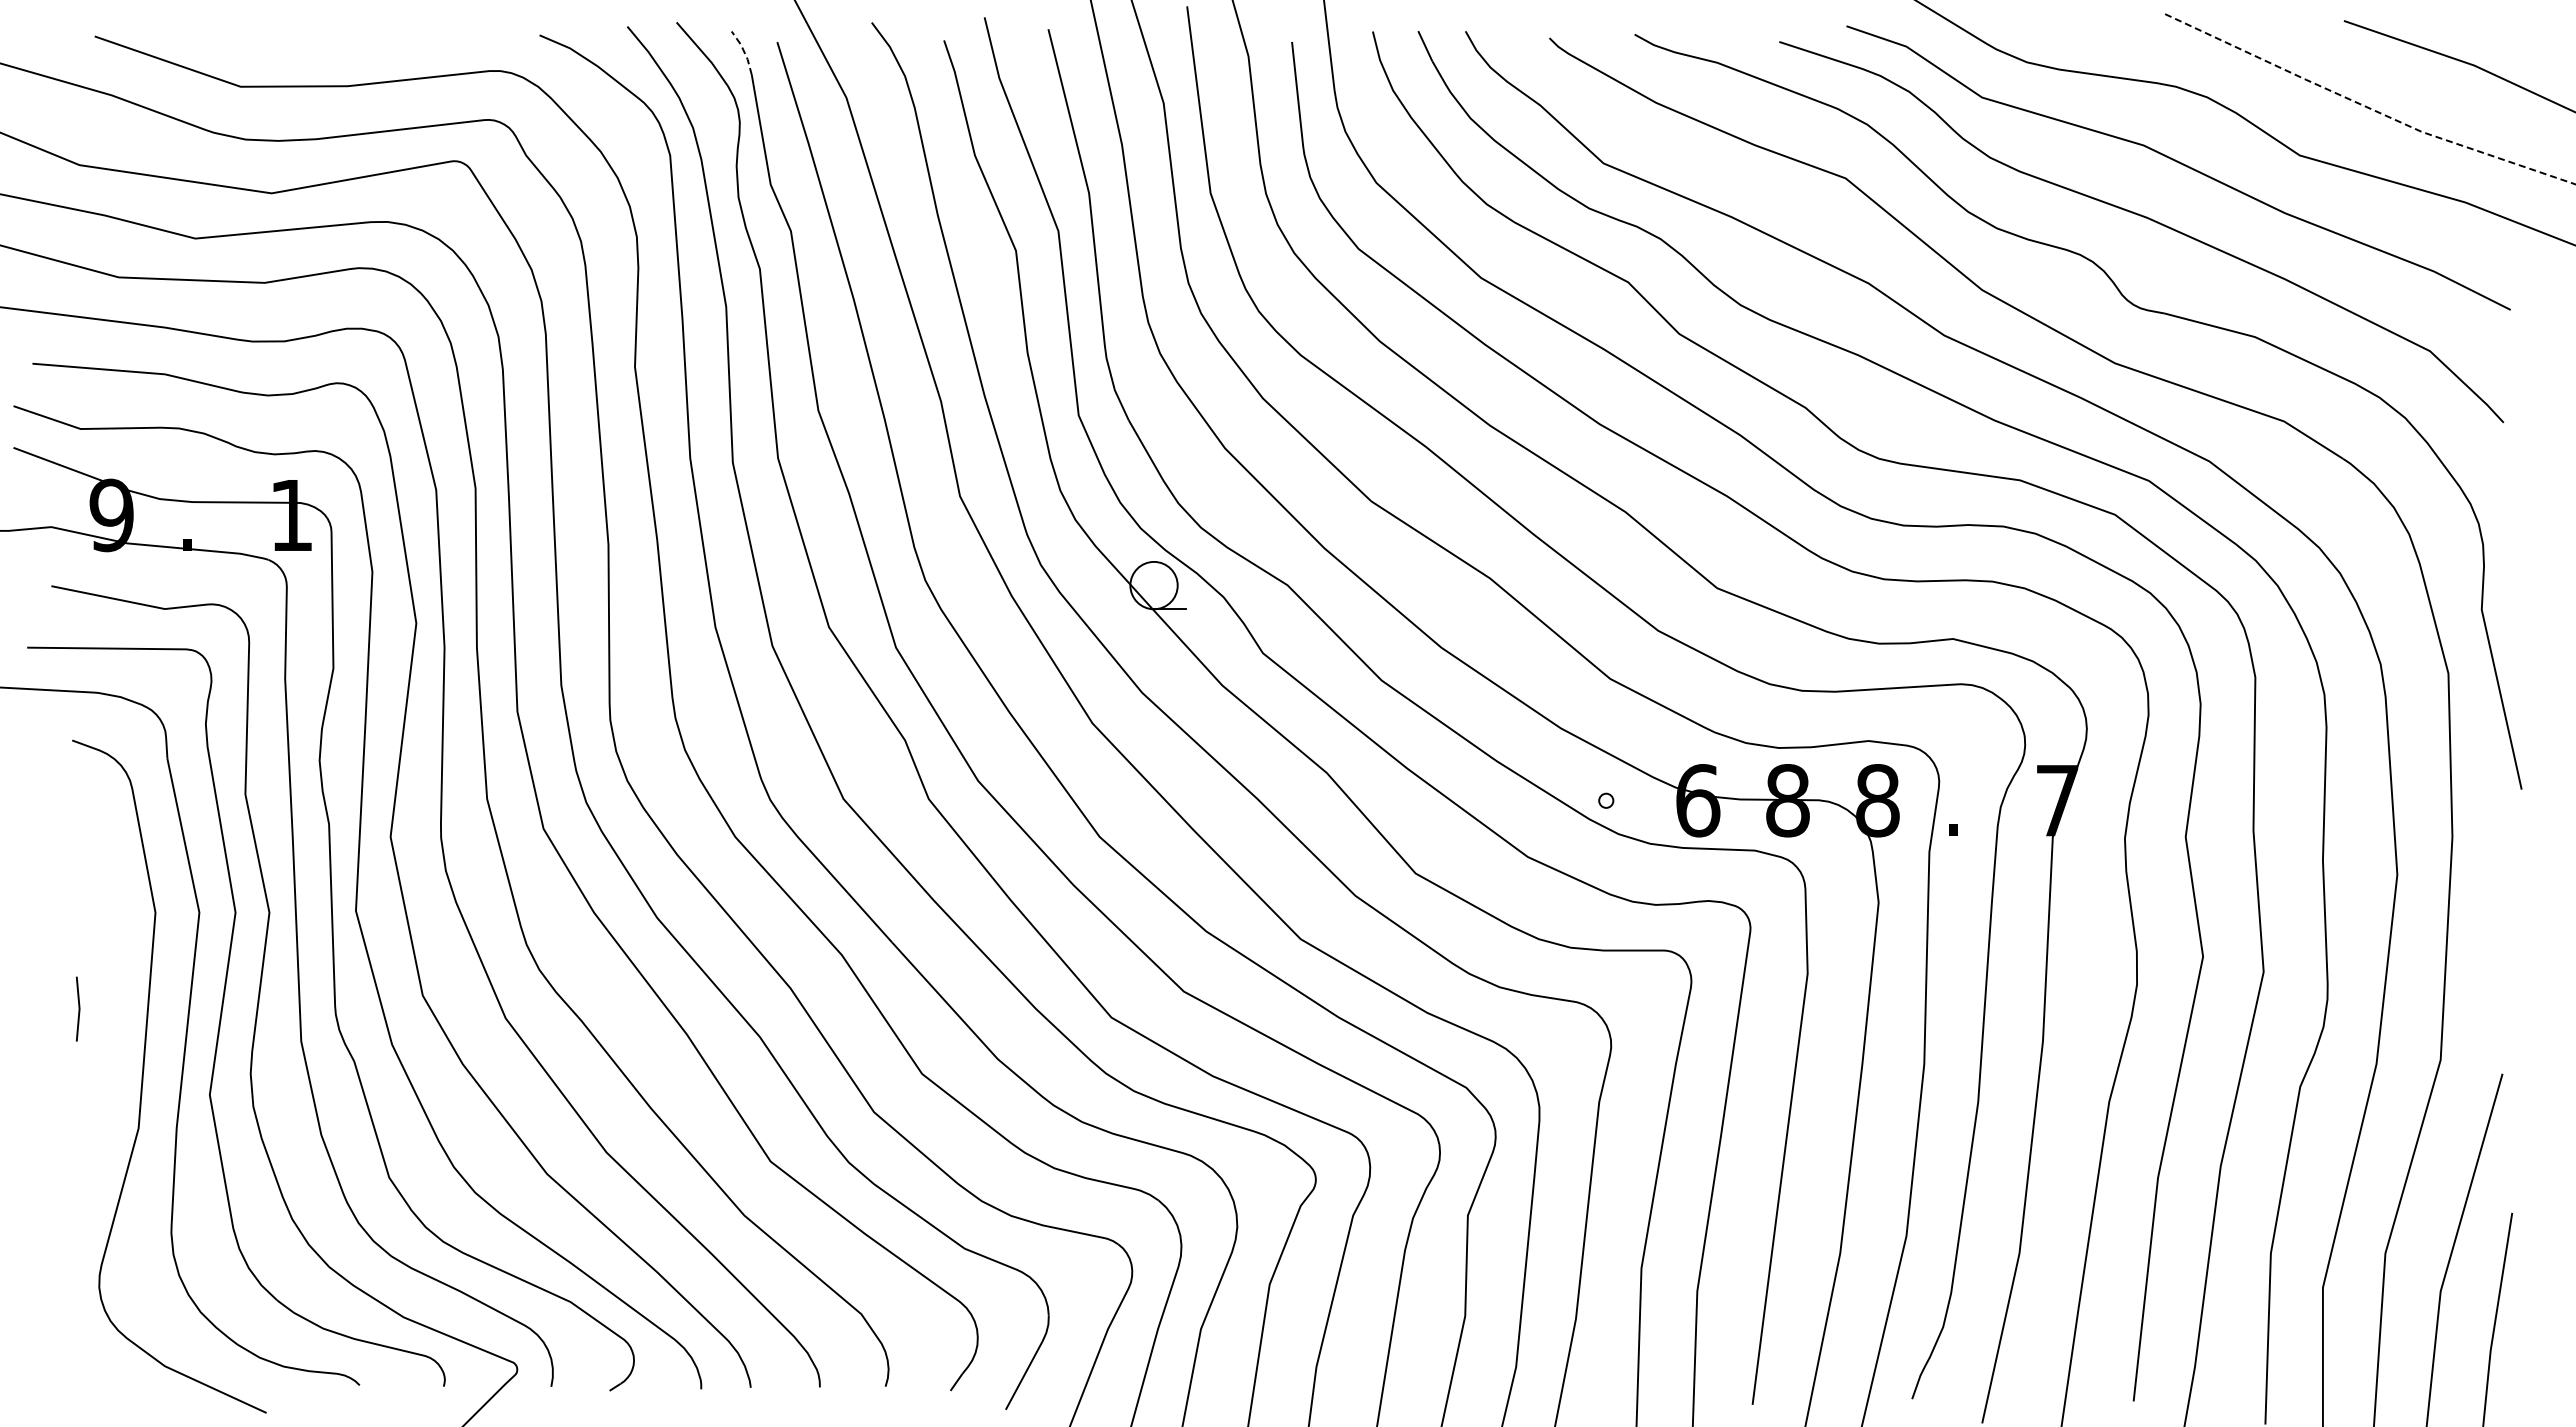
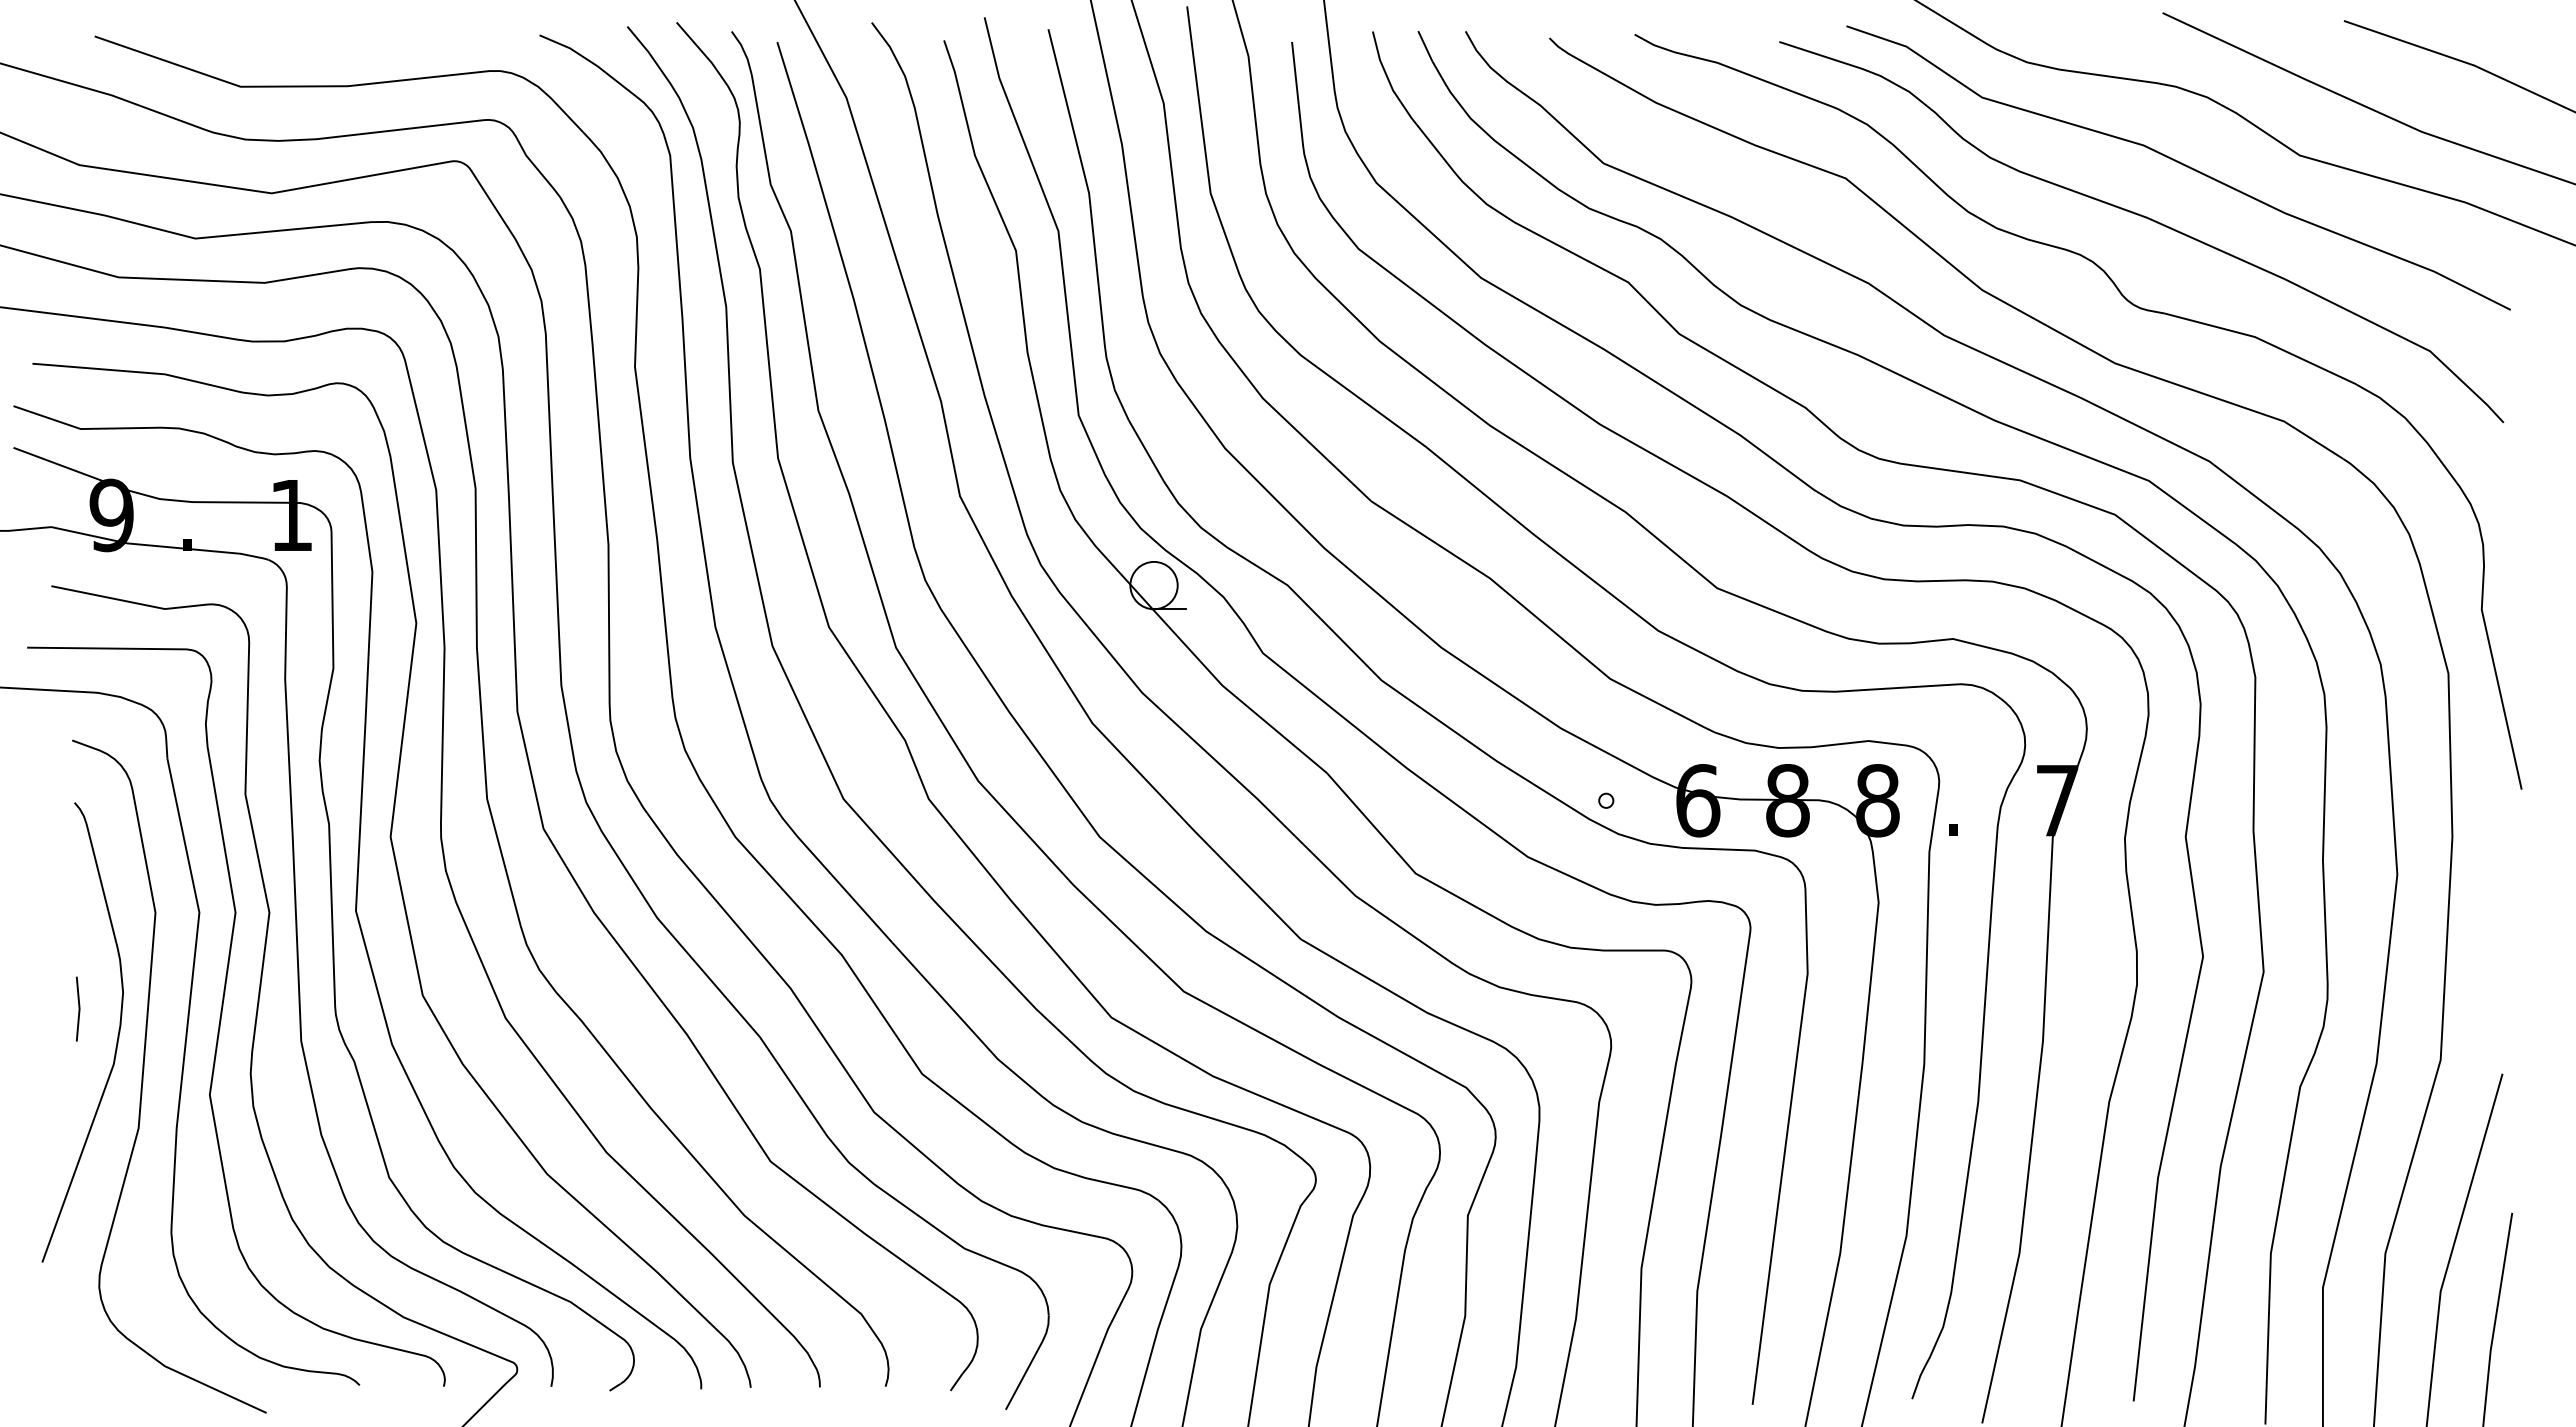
line at (744, 51): dashed -> solid
line at (2365, 106): dashed -> solid
curve at (117, 1035): none -> present
